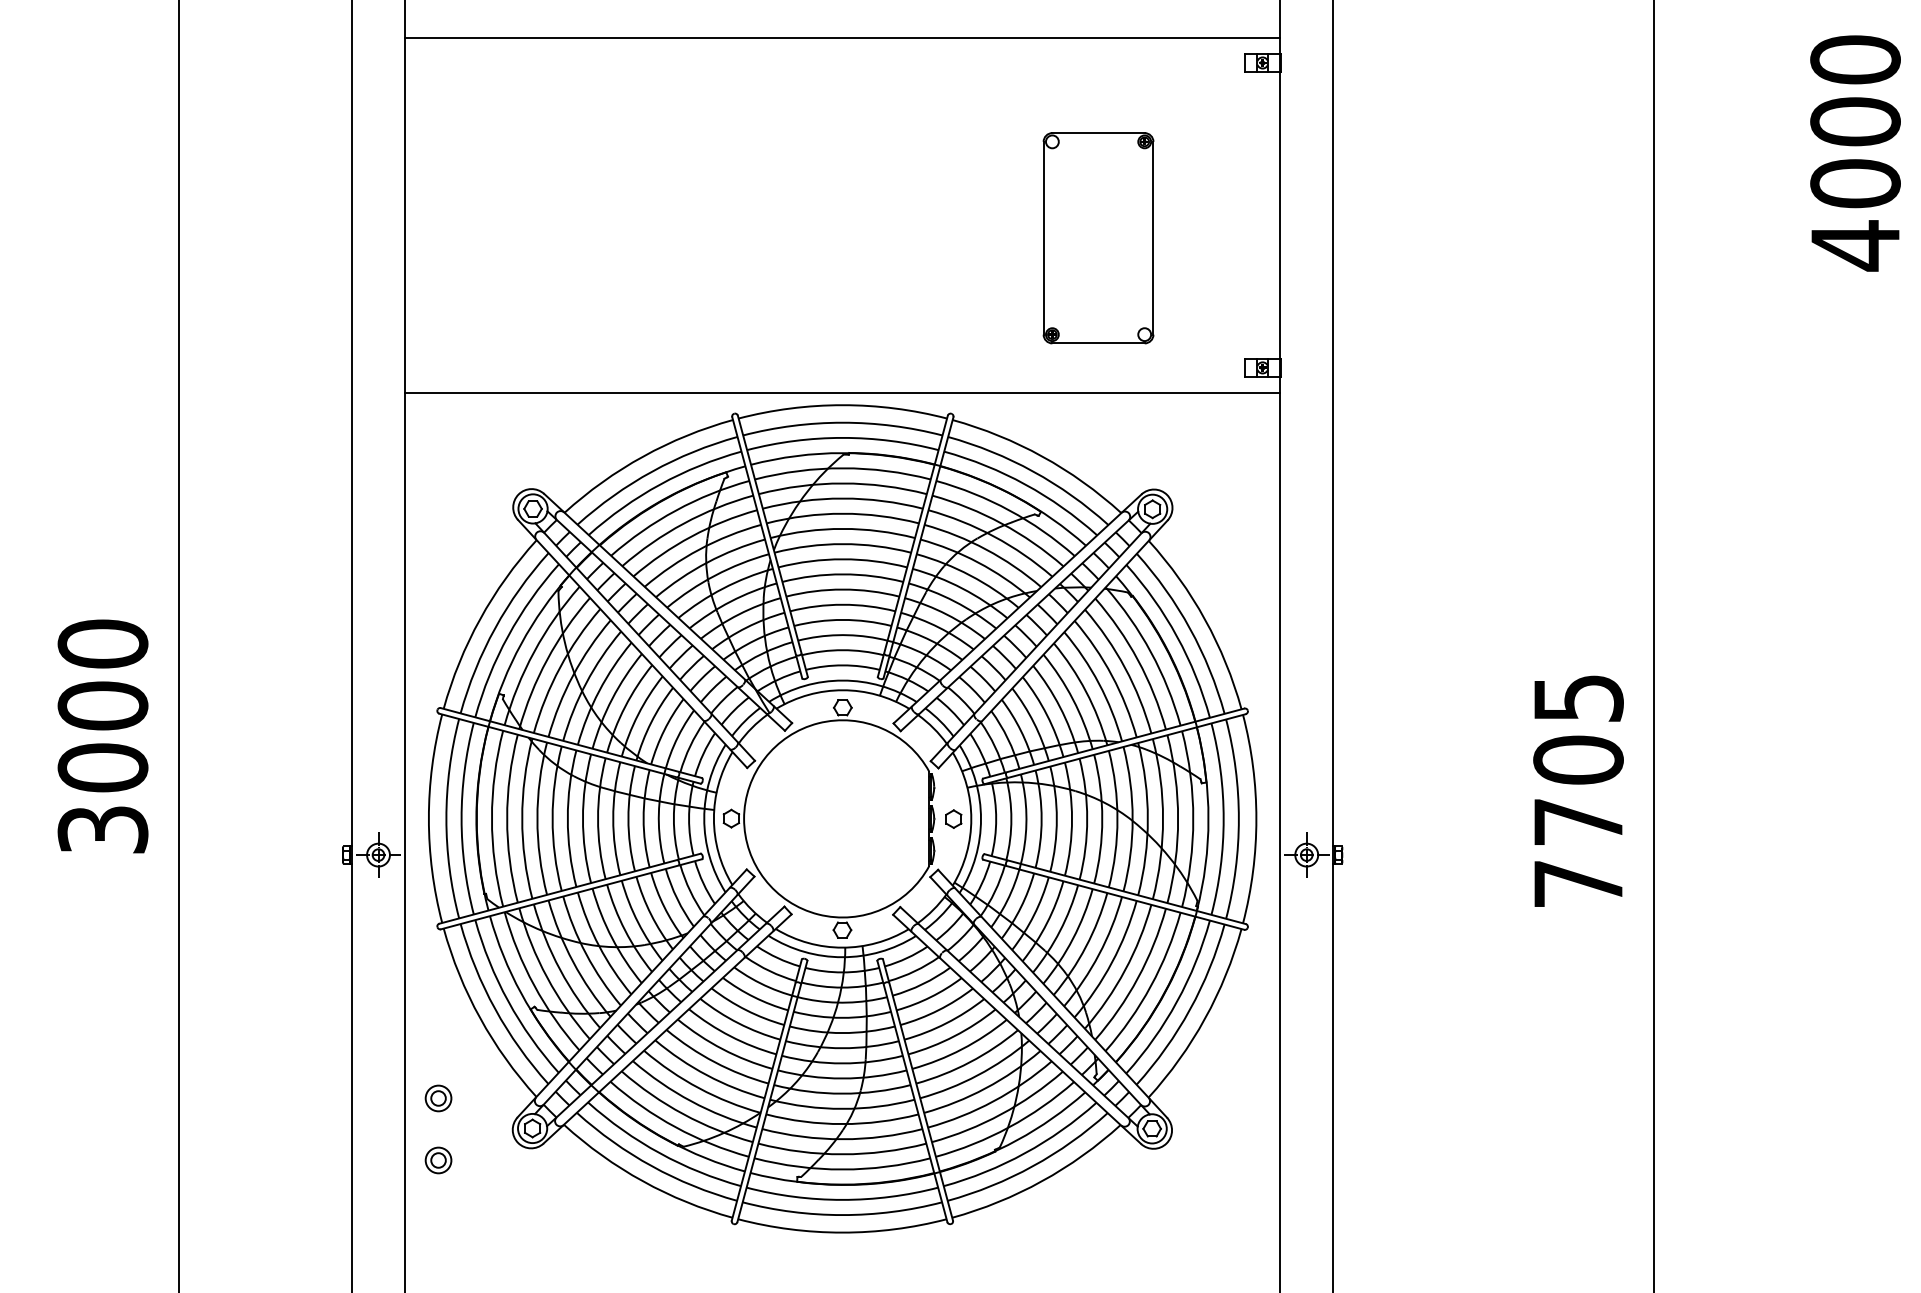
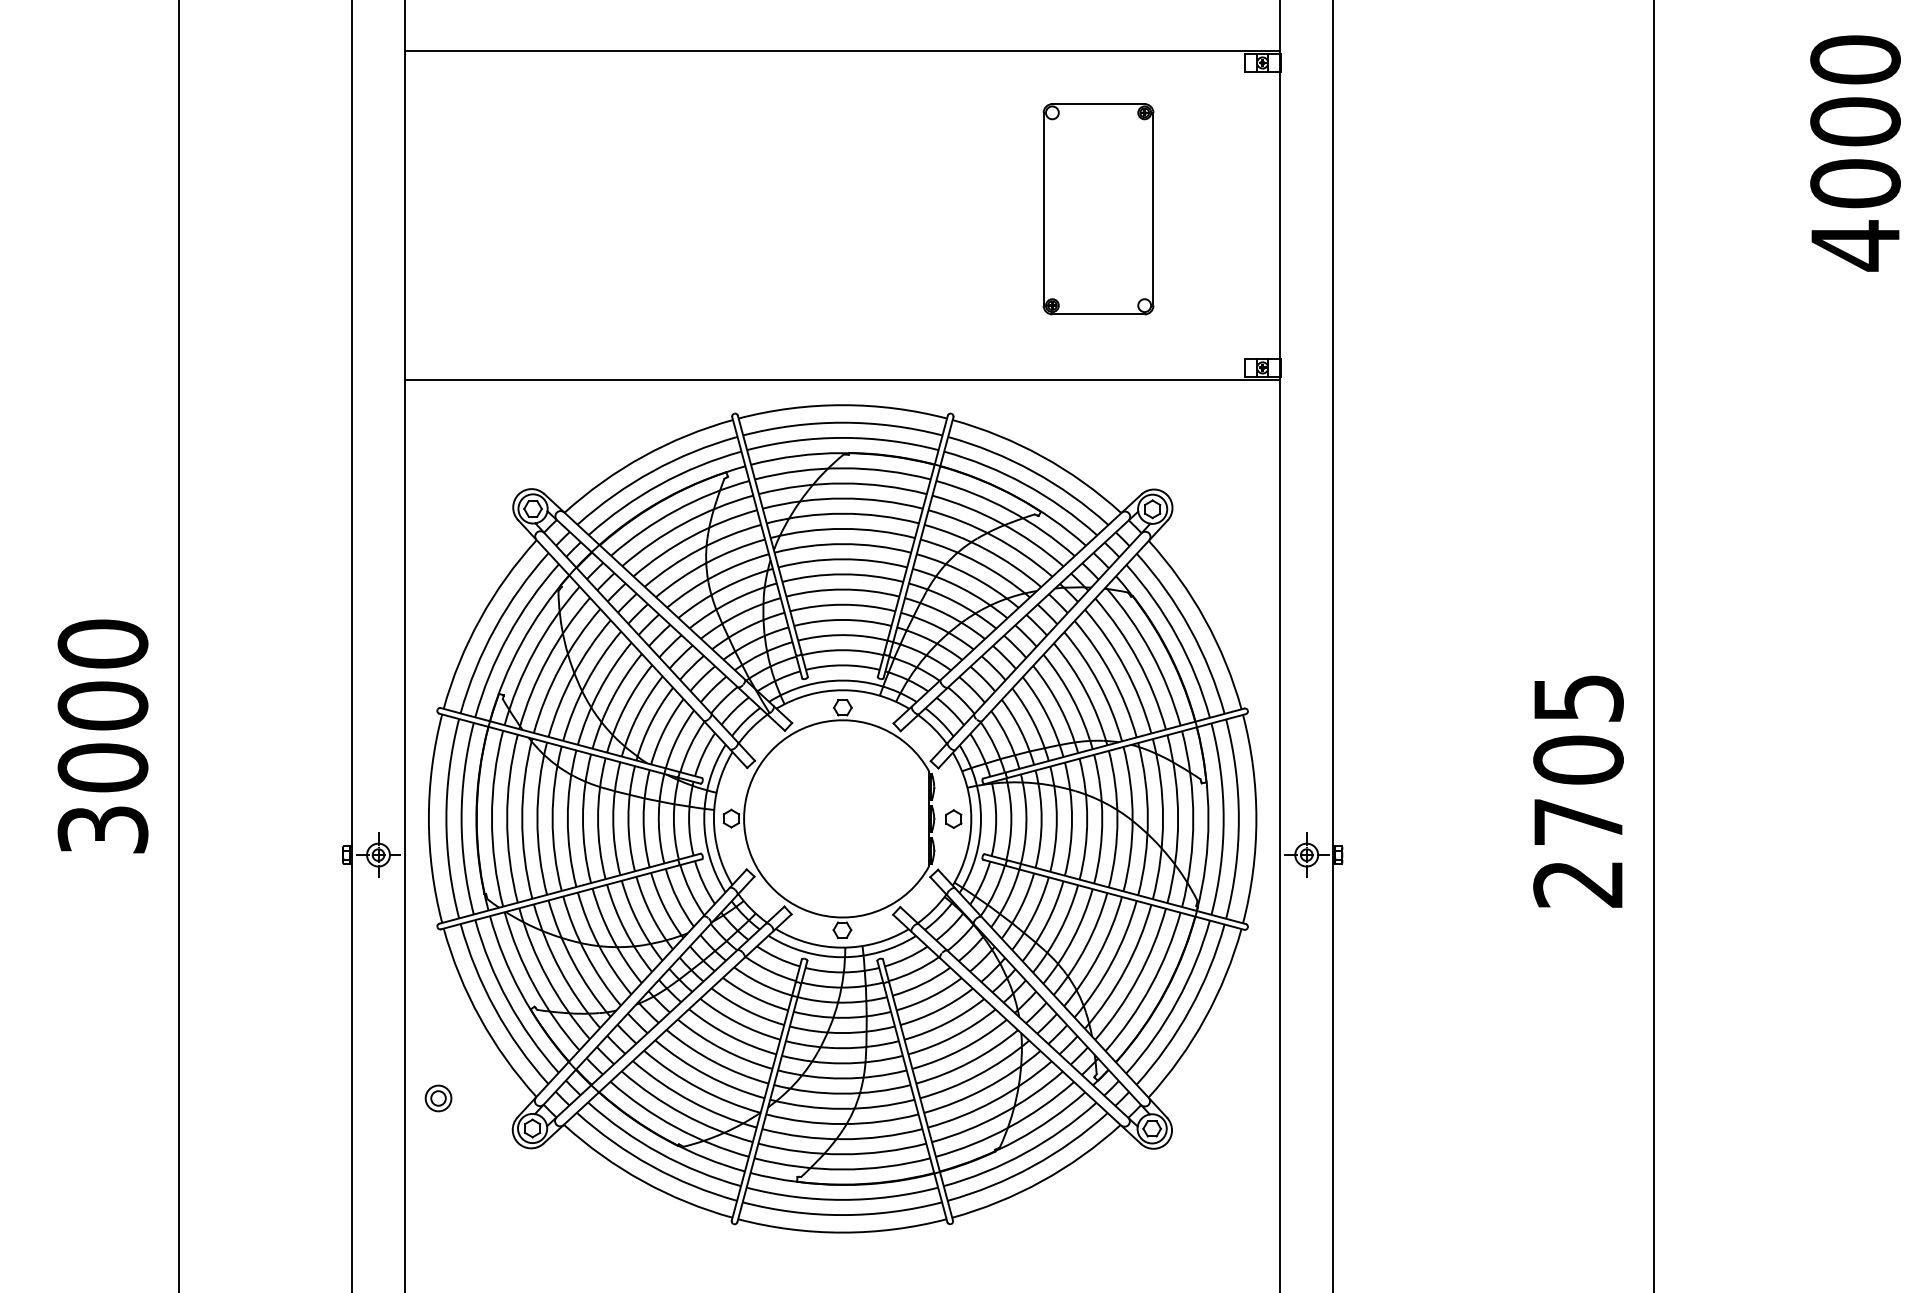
line at (842, 37) position: (842, 37) -> (842, 50)
part at (1098, 238) position: (1098, 238) -> (1098, 209)
line at (842, 393) position: (842, 393) -> (842, 380)
text at (1577, 884): 7705 -> 2705
part at (438, 1160): present -> none
